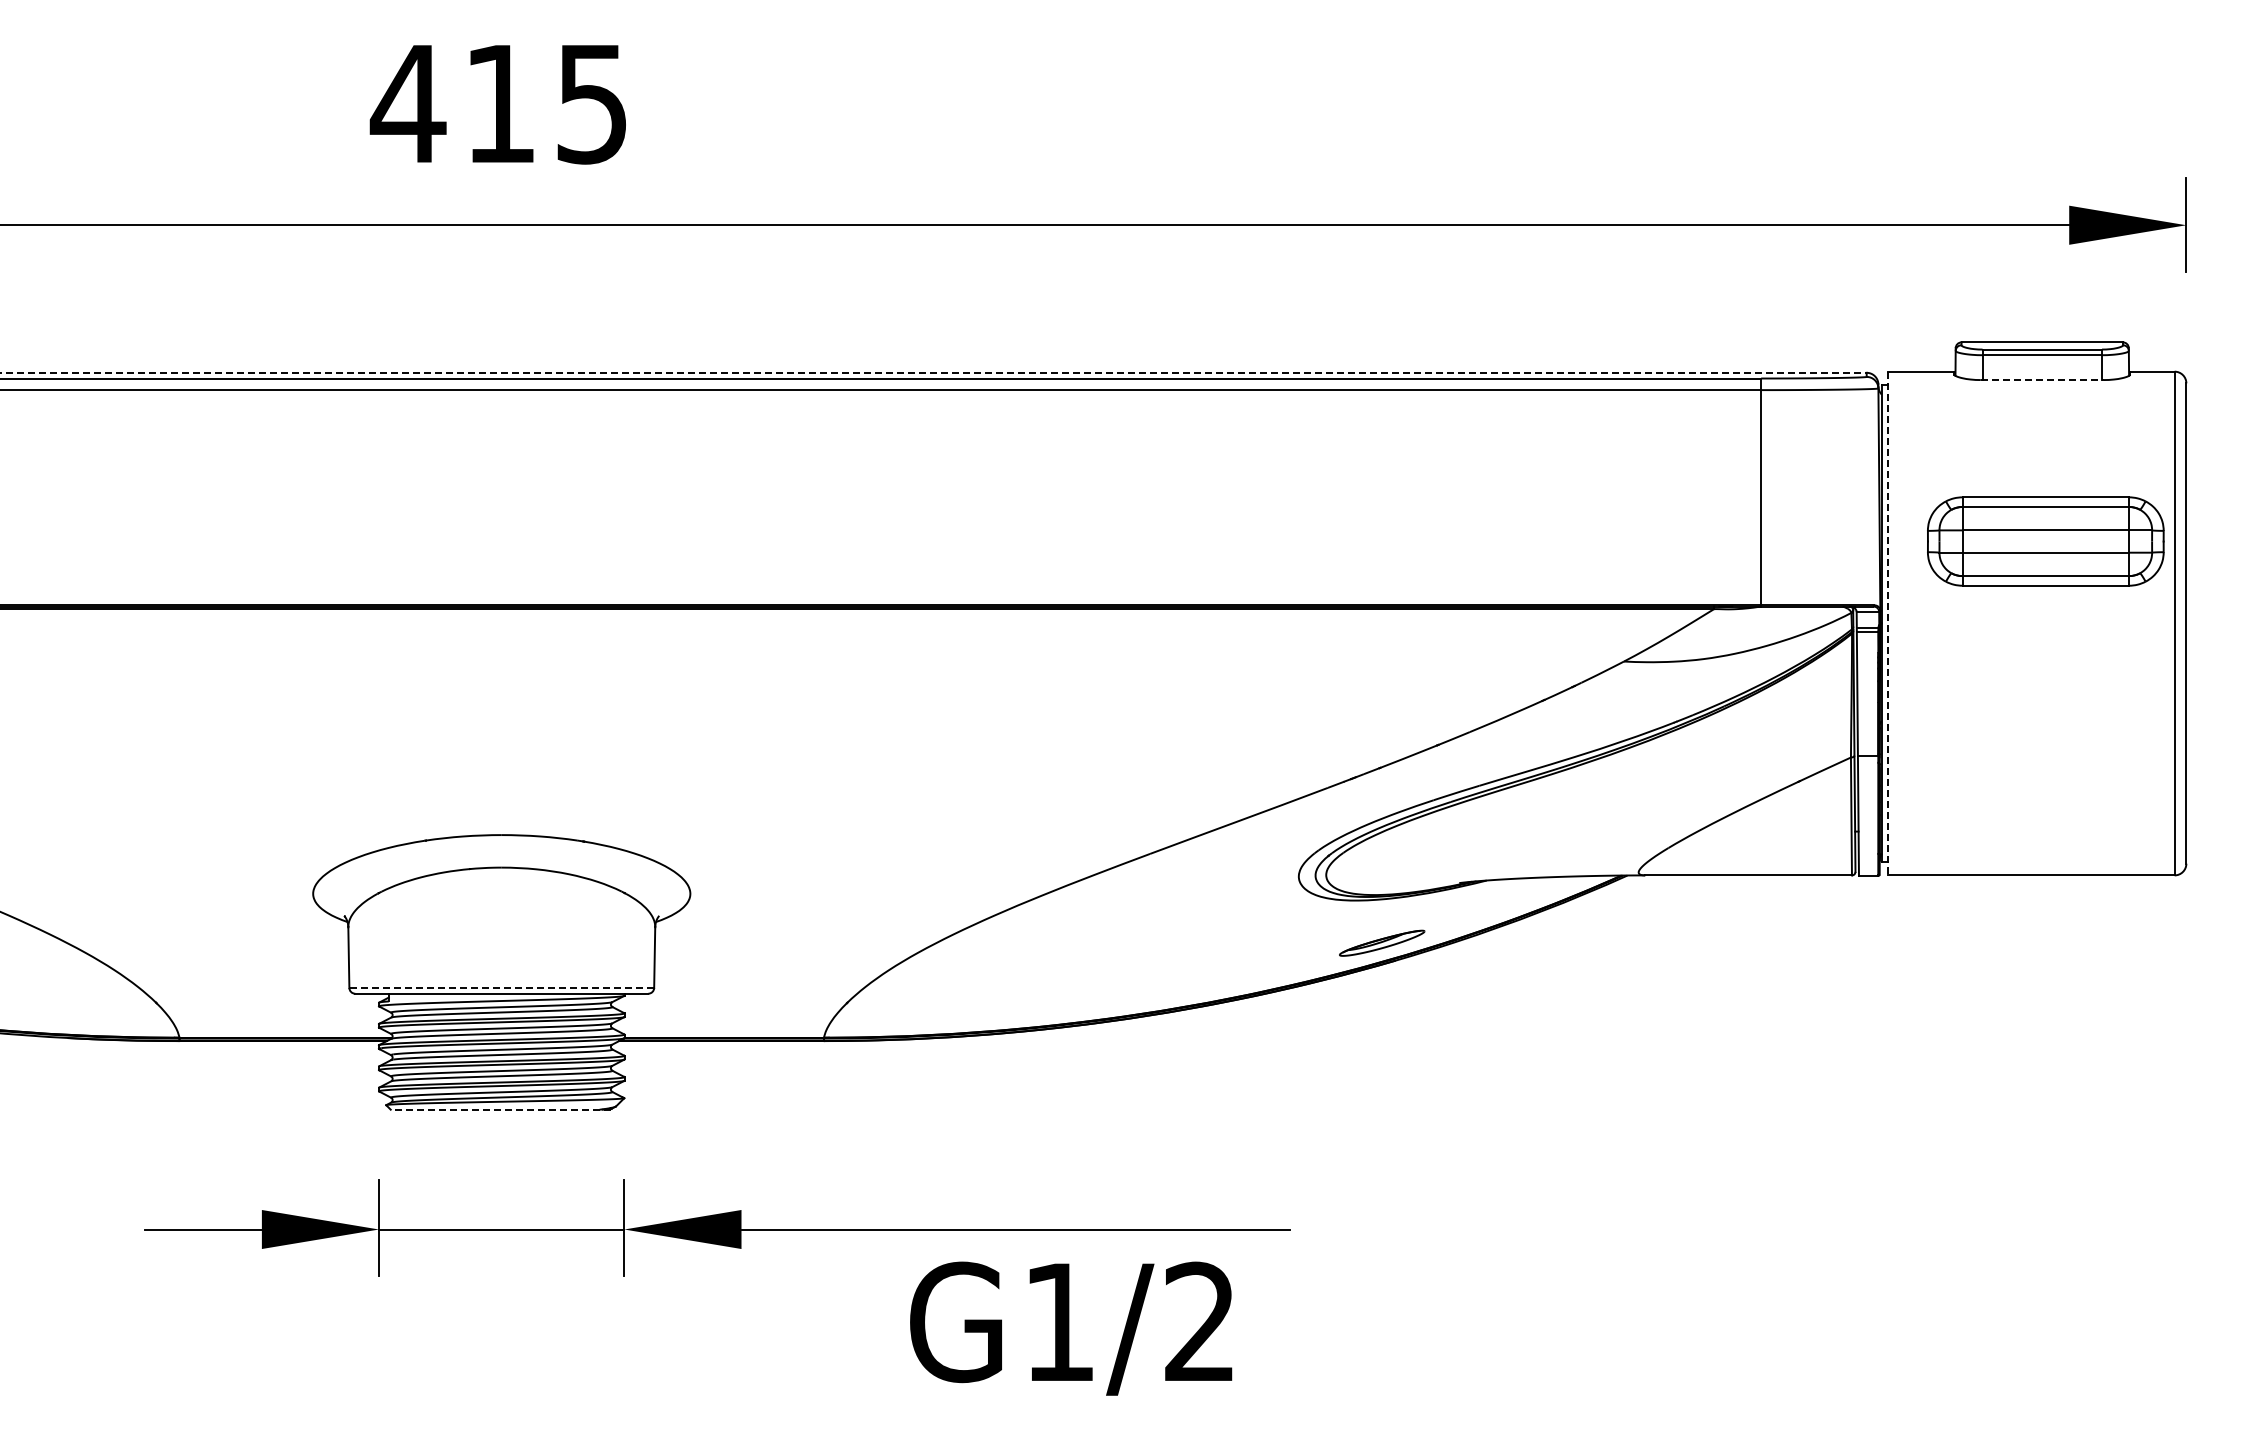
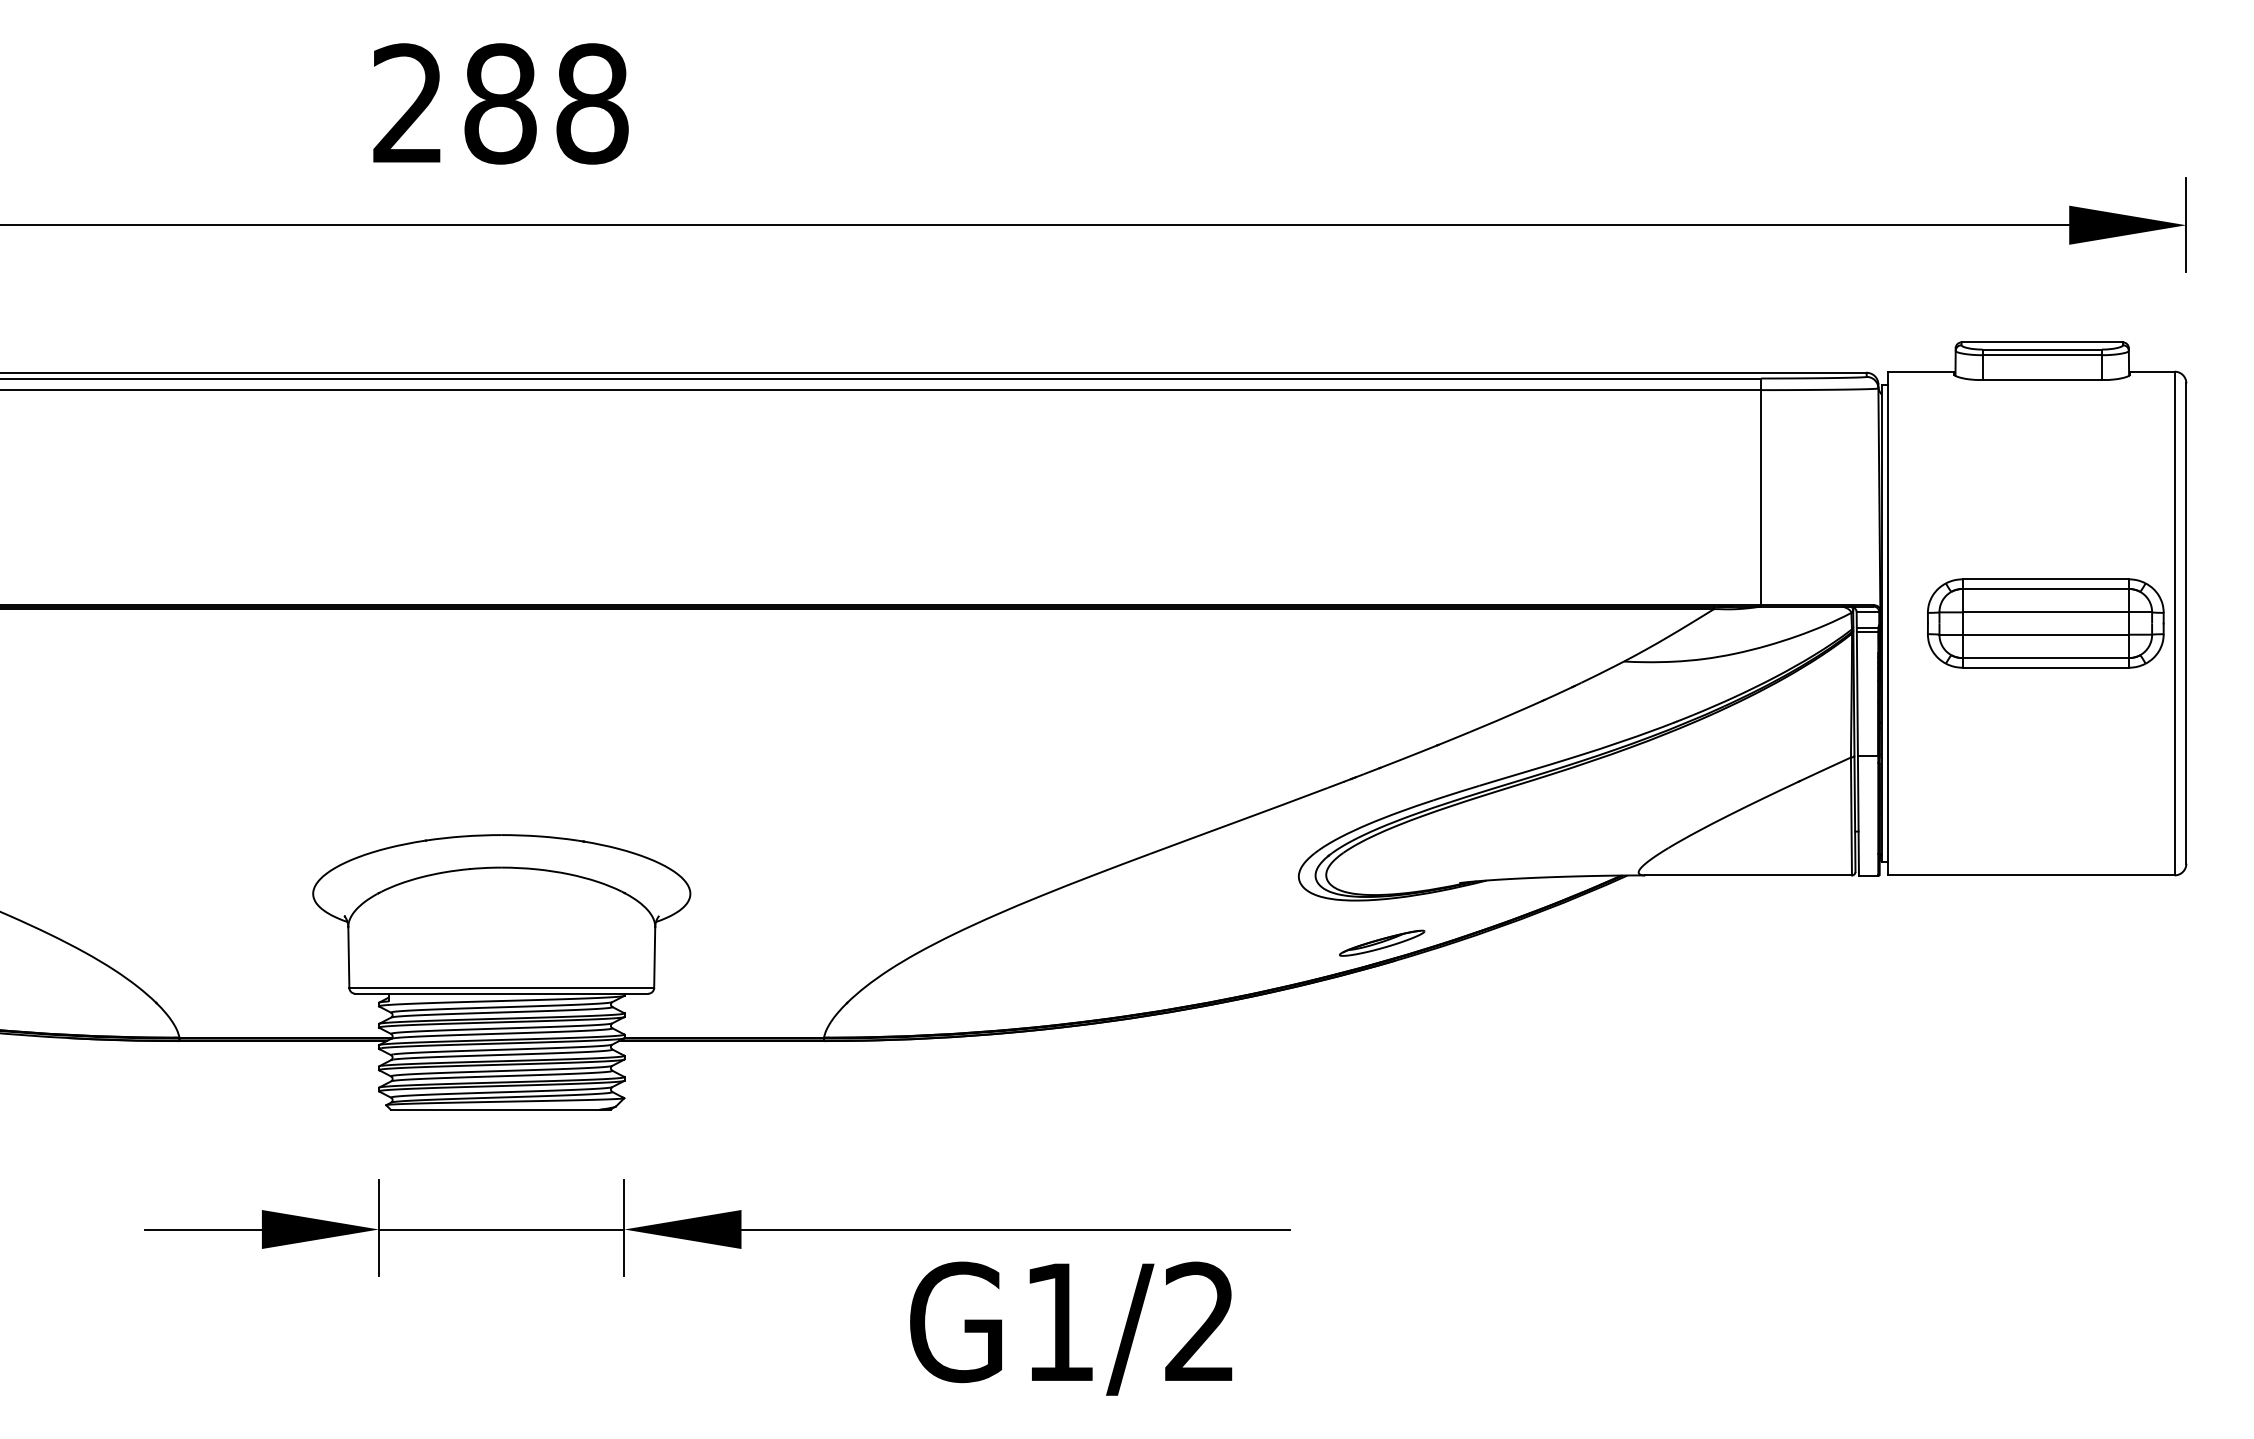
text at (498, 103): 415 -> 288
line at (933, 372): dashed -> solid
line at (2042, 380): dashed -> solid
part at (2045, 541) position: (2045, 541) -> (2045, 623)
line at (1887, 623): dashed -> solid
line at (501, 987): dashed -> solid
line at (500, 1109): dashed -> solid
